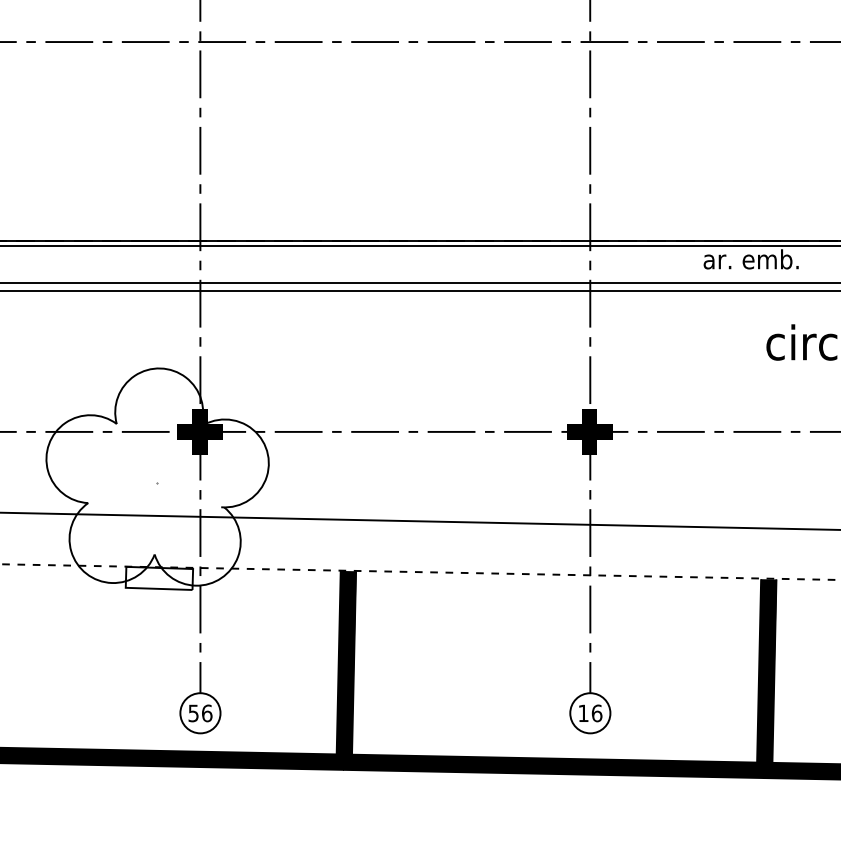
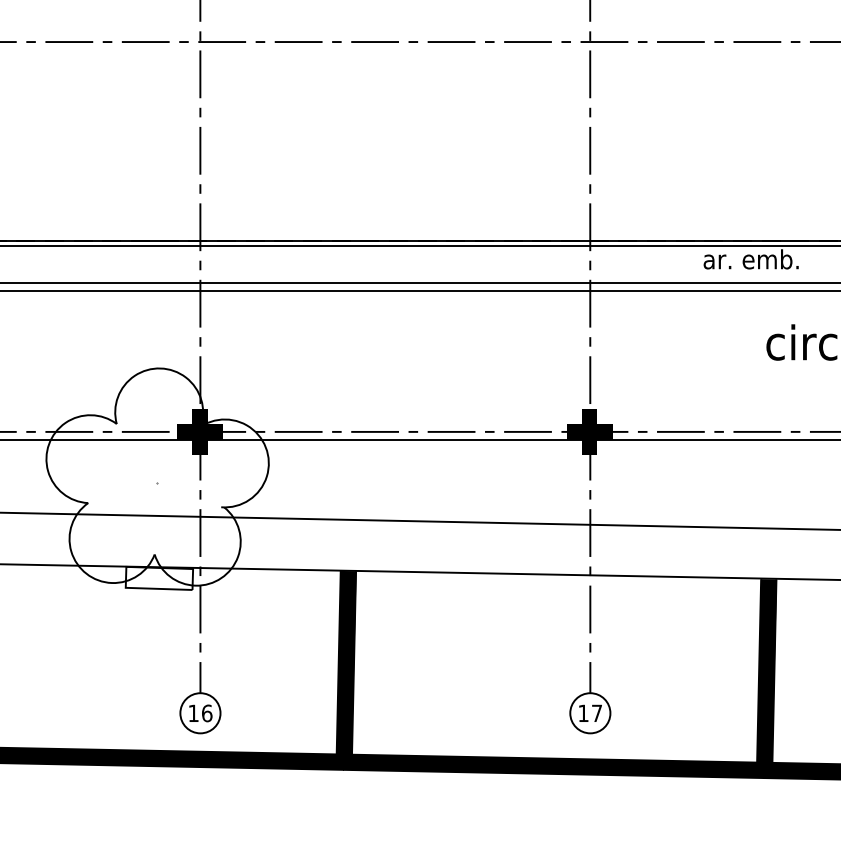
line at (419, 439): none -> present
line at (419, 572): dashed -> solid
text at (193, 713): 56 -> 16
text at (596, 713): 16 -> 17
